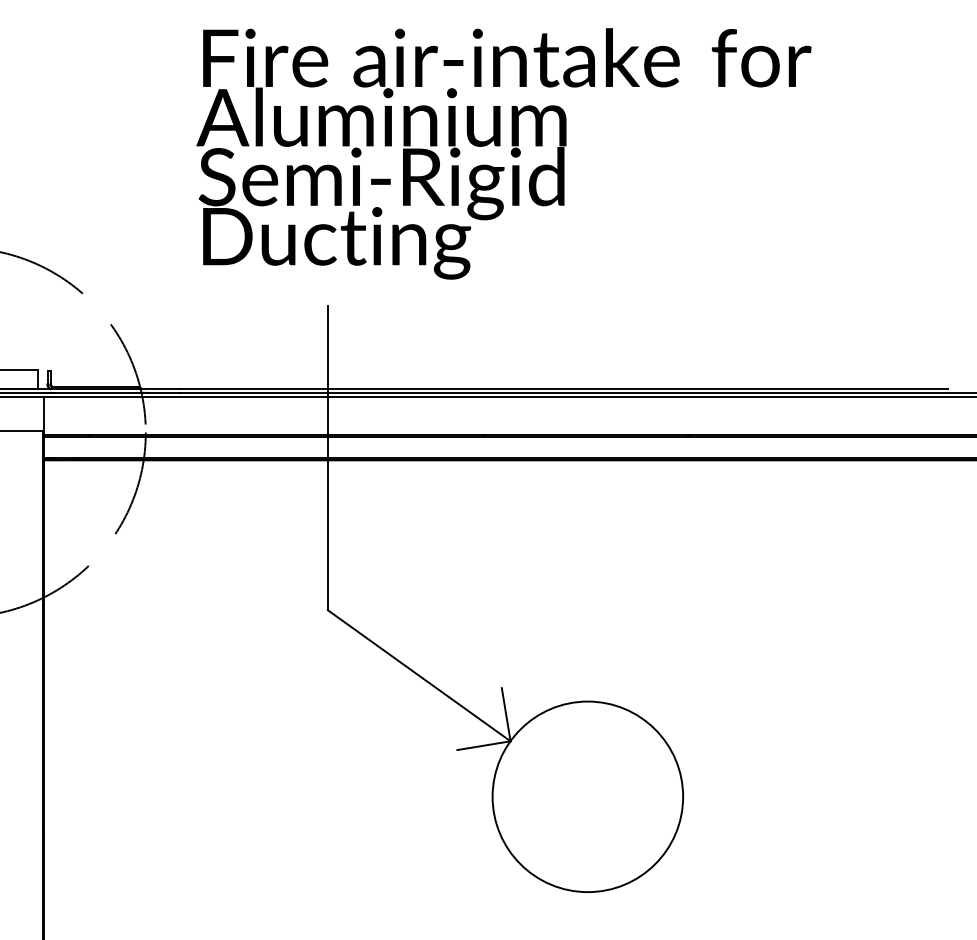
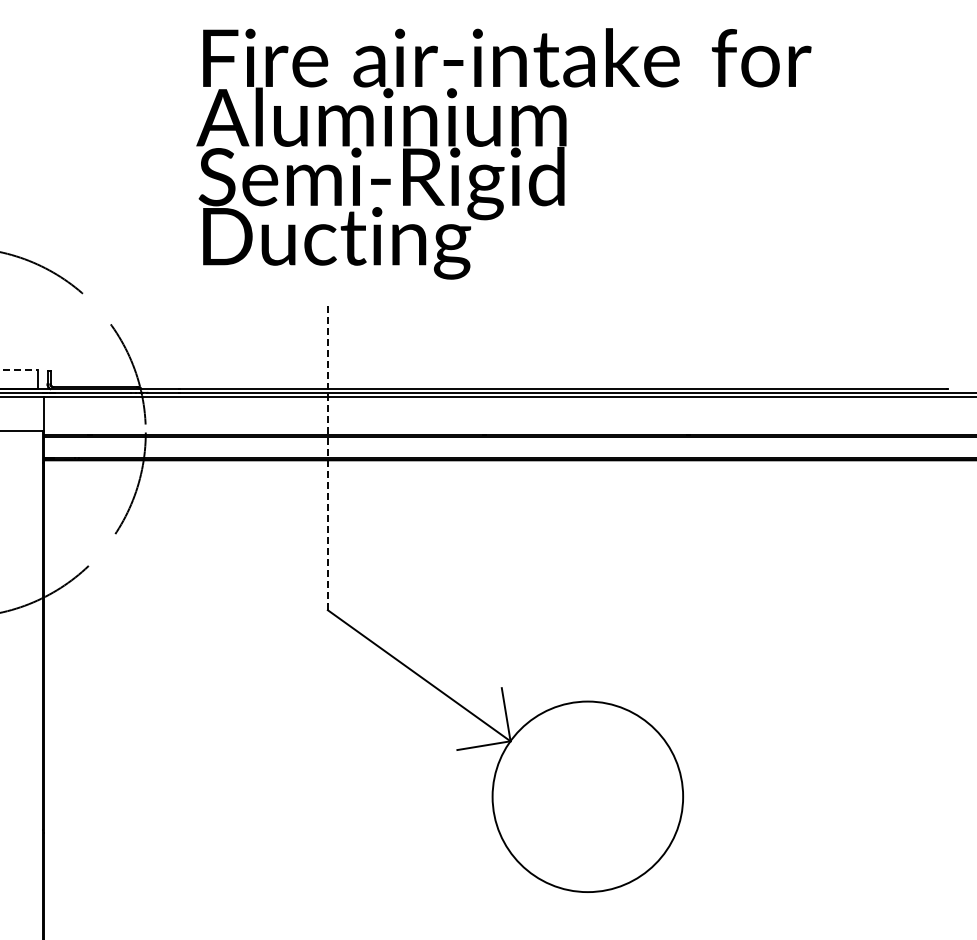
line at (19, 370): solid -> dashed
line at (327, 458): solid -> dashed
